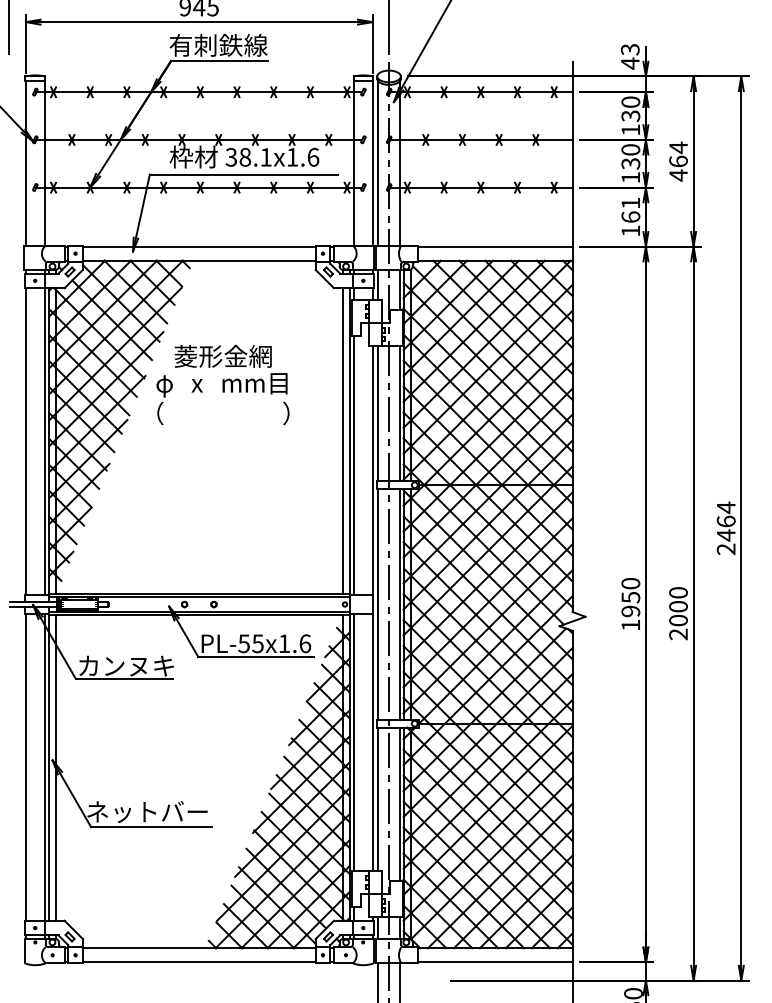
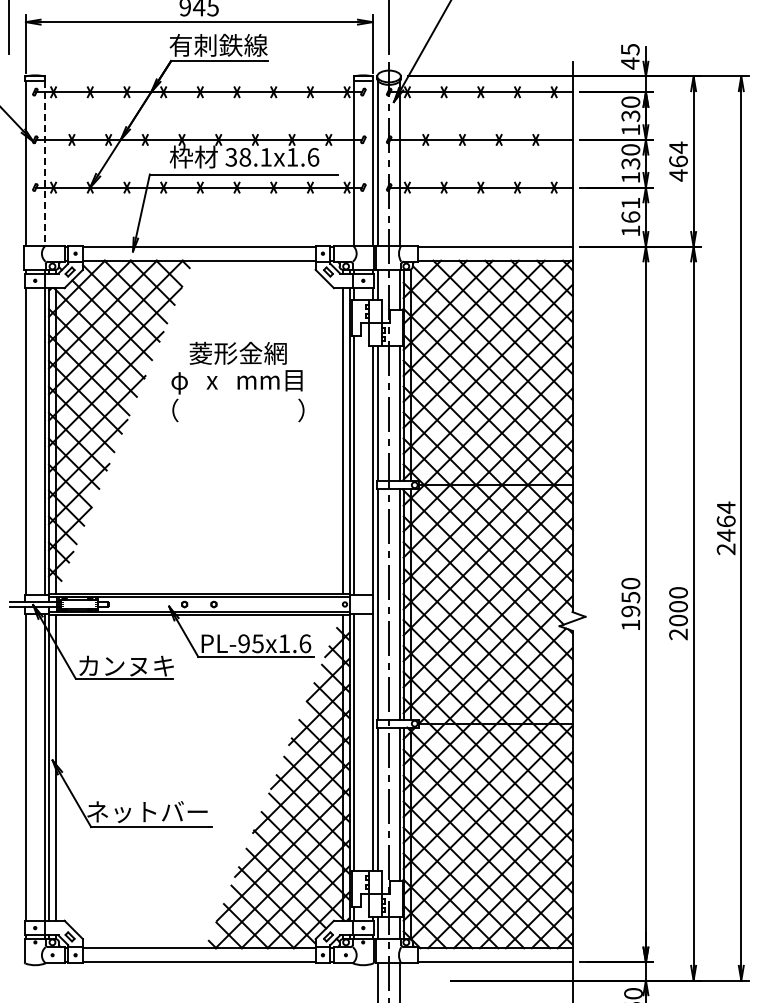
text at (629, 49): 43 -> 45
line at (44, 163): solid -> dashed
text at (222, 384) position: (222, 384) -> (237, 381)
text at (243, 643): PL-55x1.6 -> PL-95x1.6
